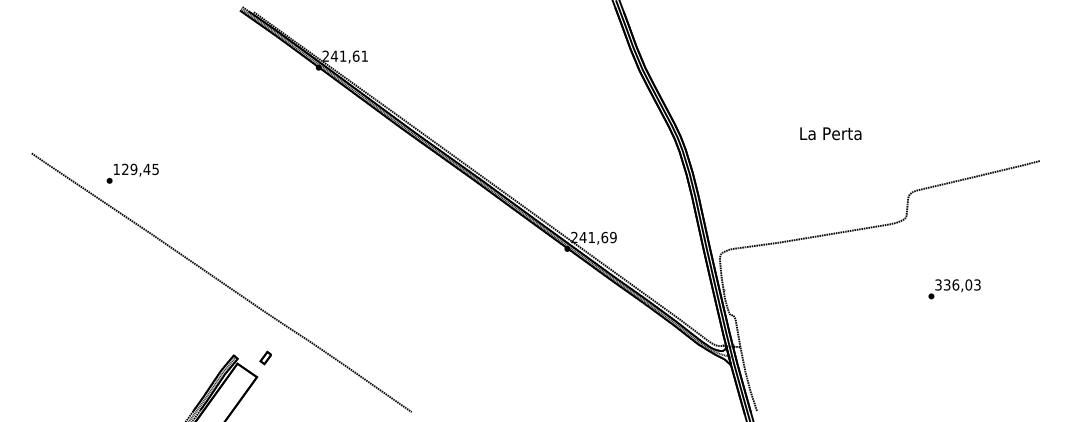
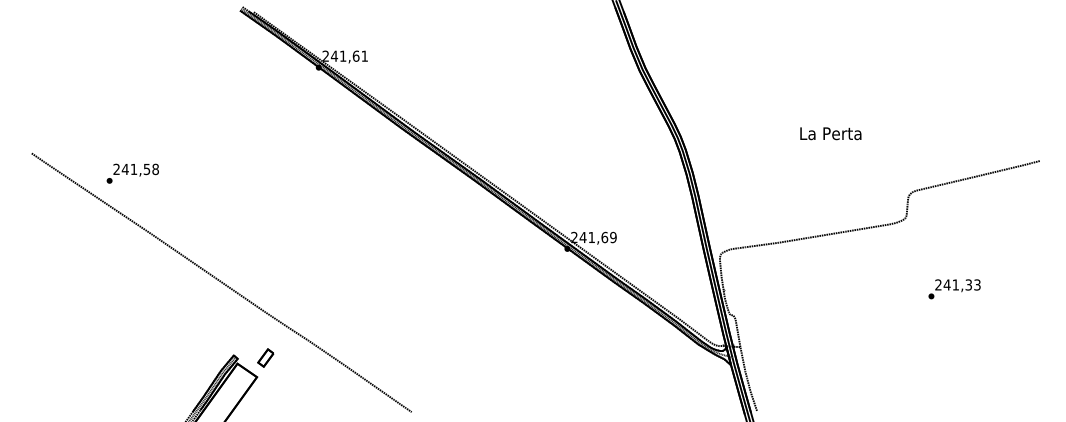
text at (135, 169): 129,45 -> 241,58
text at (953, 284): 336,03 -> 241,33
part at (265, 357) size: 13x16 px -> 18x20 px
